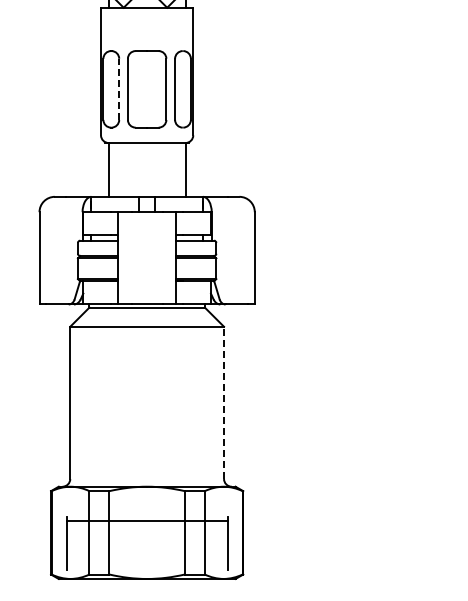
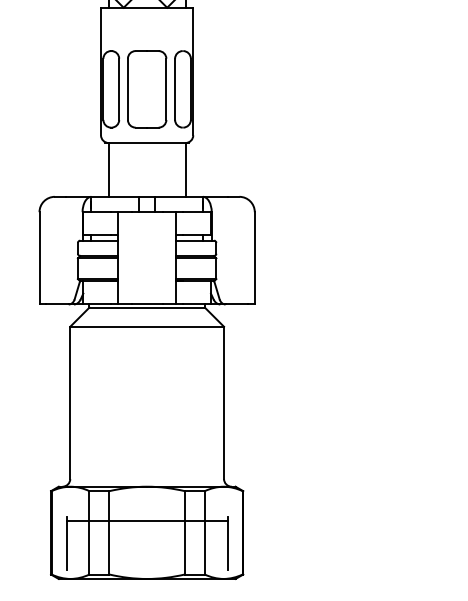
line at (119, 89): dashed -> solid
line at (224, 402): dashed -> solid
